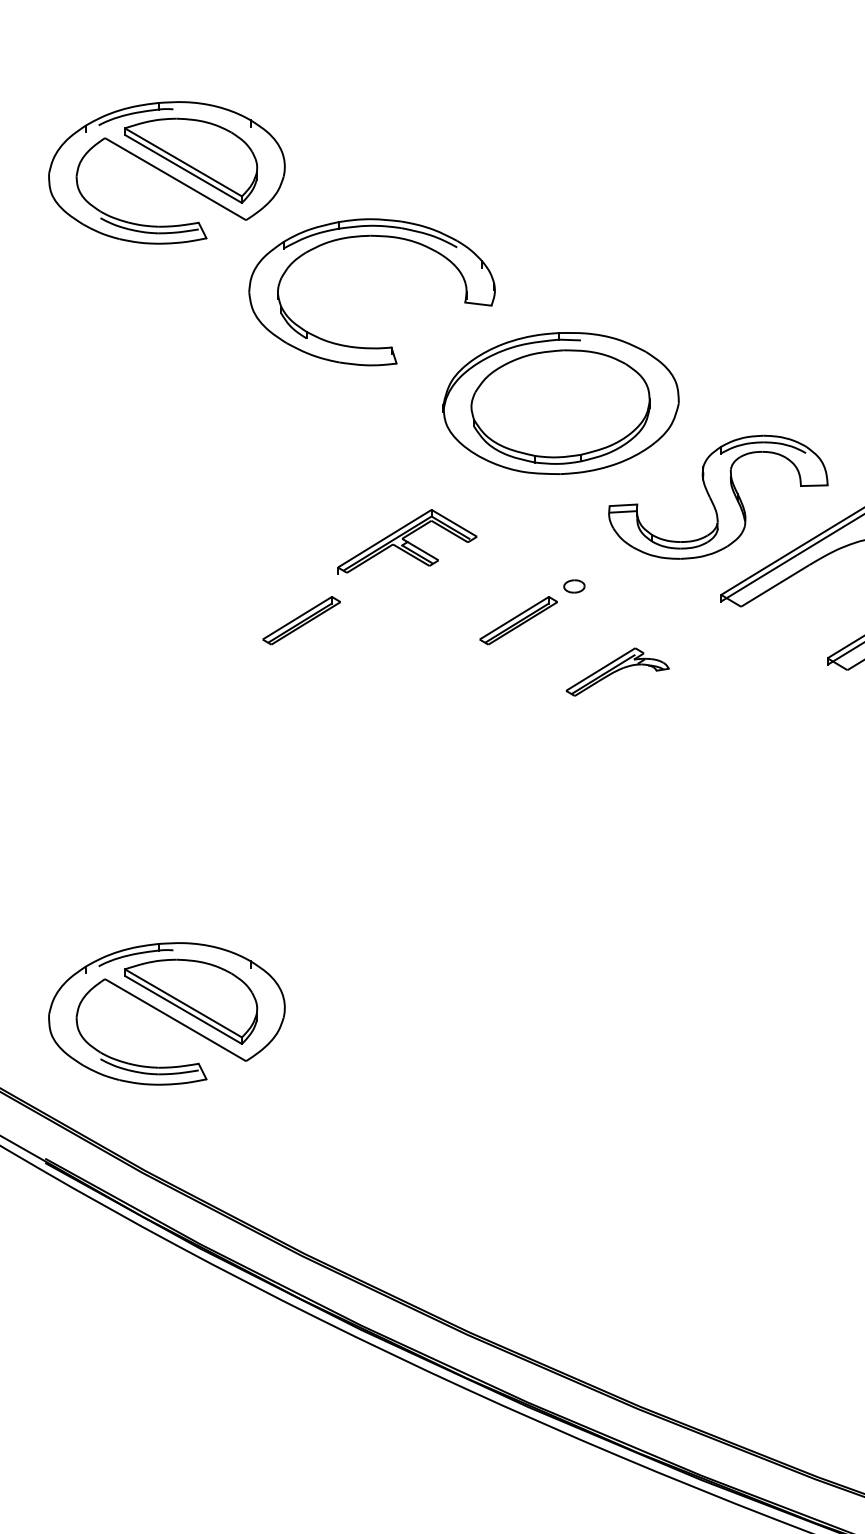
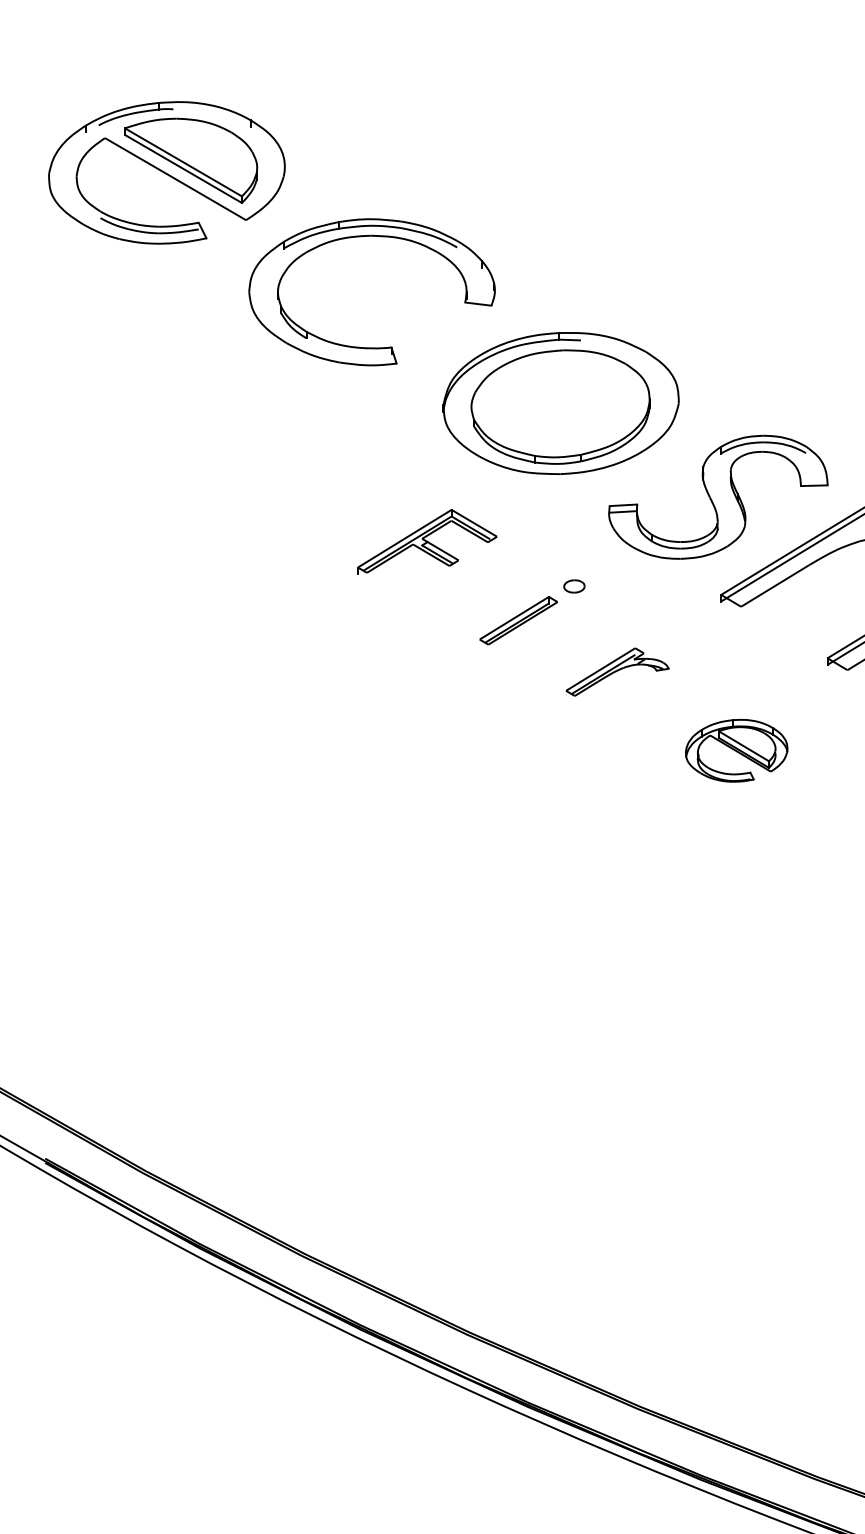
part at (407, 541) position: (407, 541) -> (427, 541)
part at (301, 620): present -> none
part at (736, 750): none -> present
part at (166, 1013): present -> none
